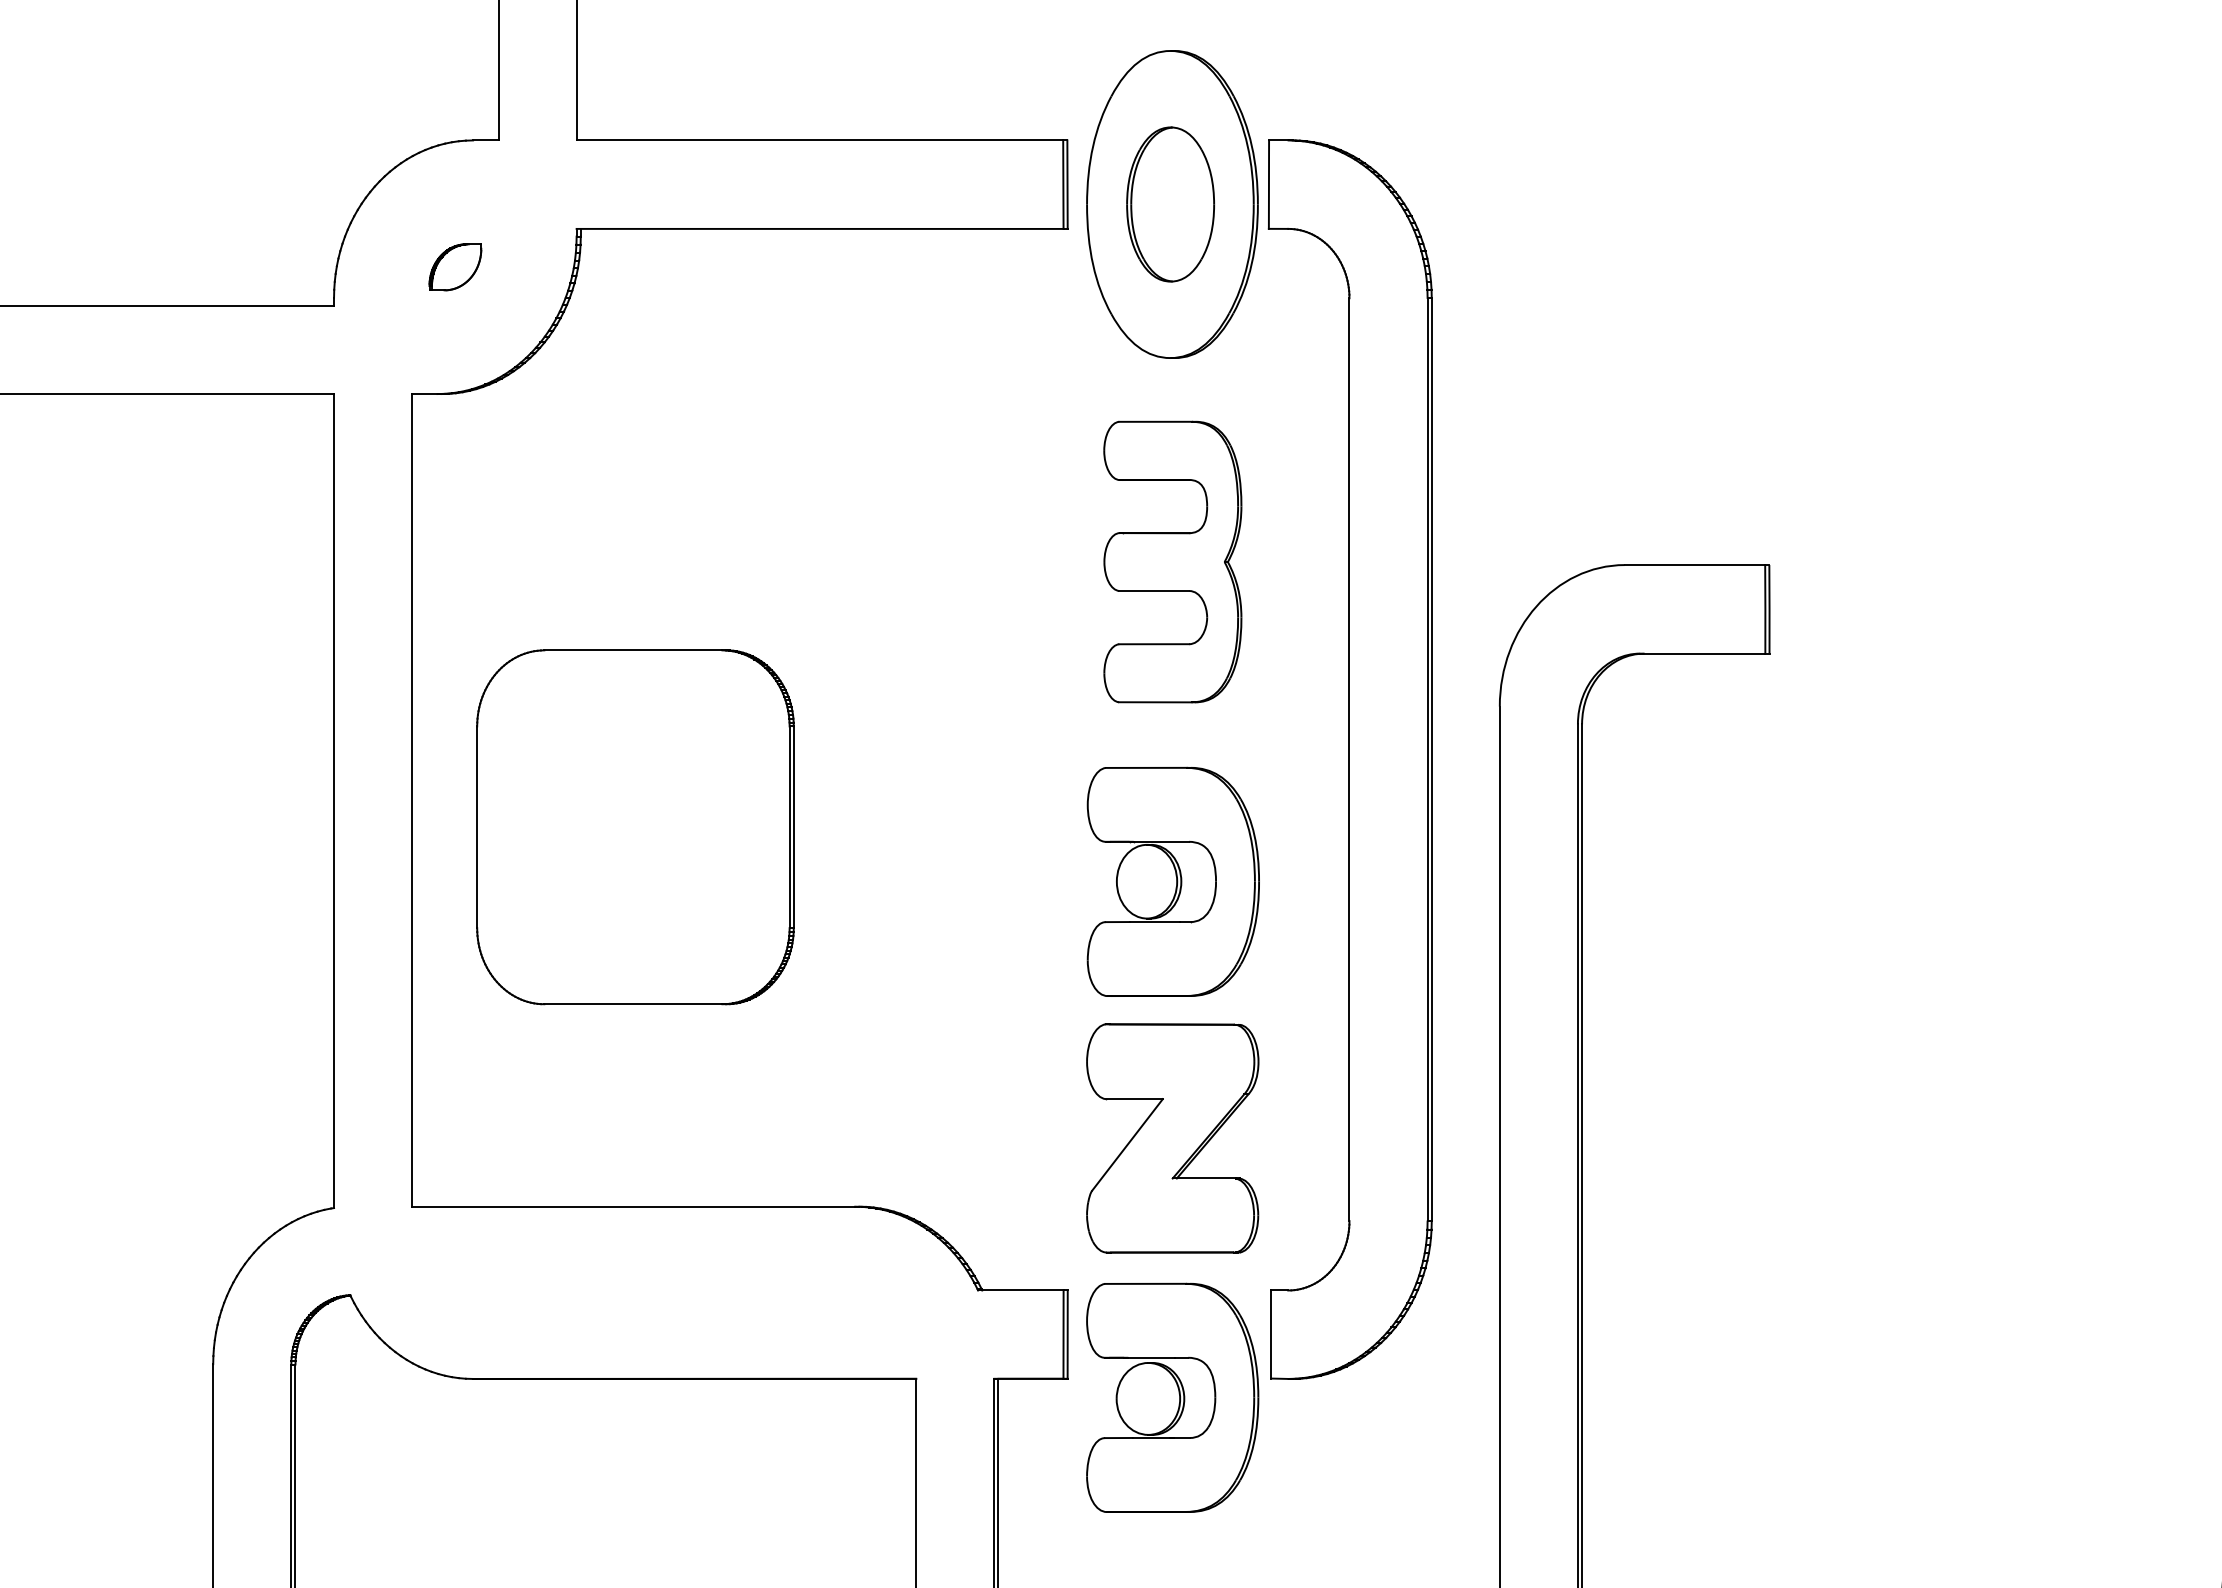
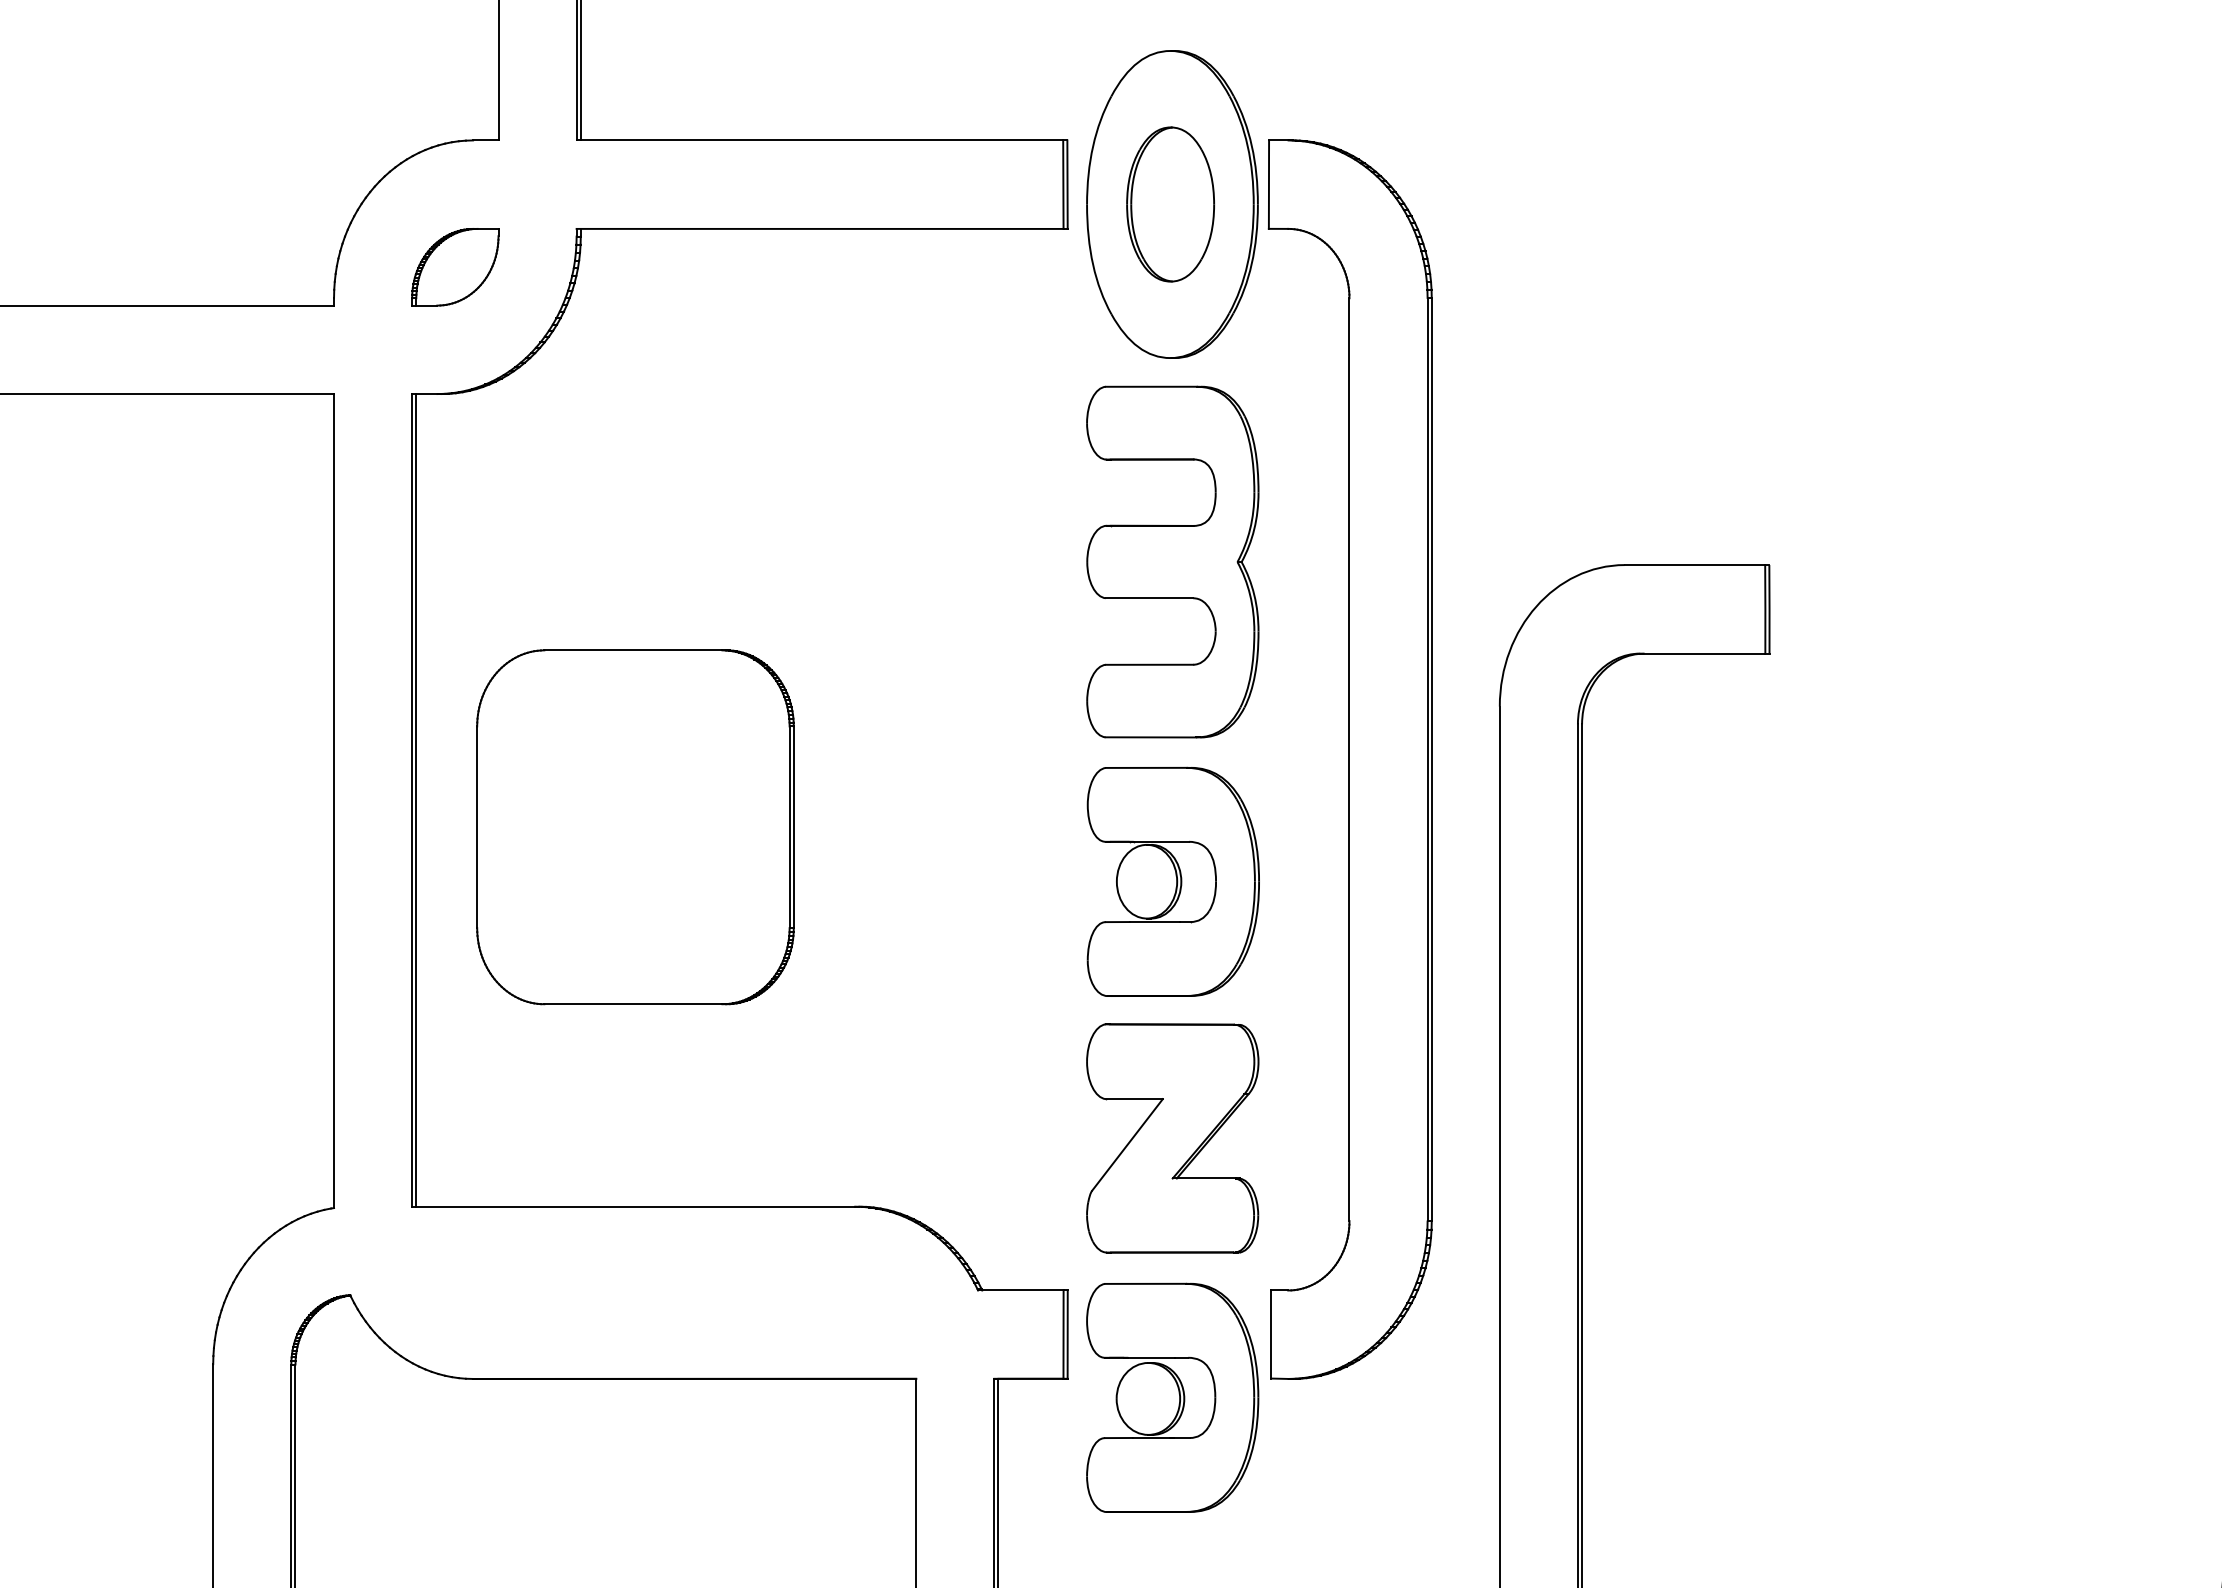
line at (580, 71): none -> present
part at (455, 267) size: 55x49 px -> 89x79 px
part at (1172, 561) size: 140x284 px -> 174x354 px
line at (416, 800): none -> present
